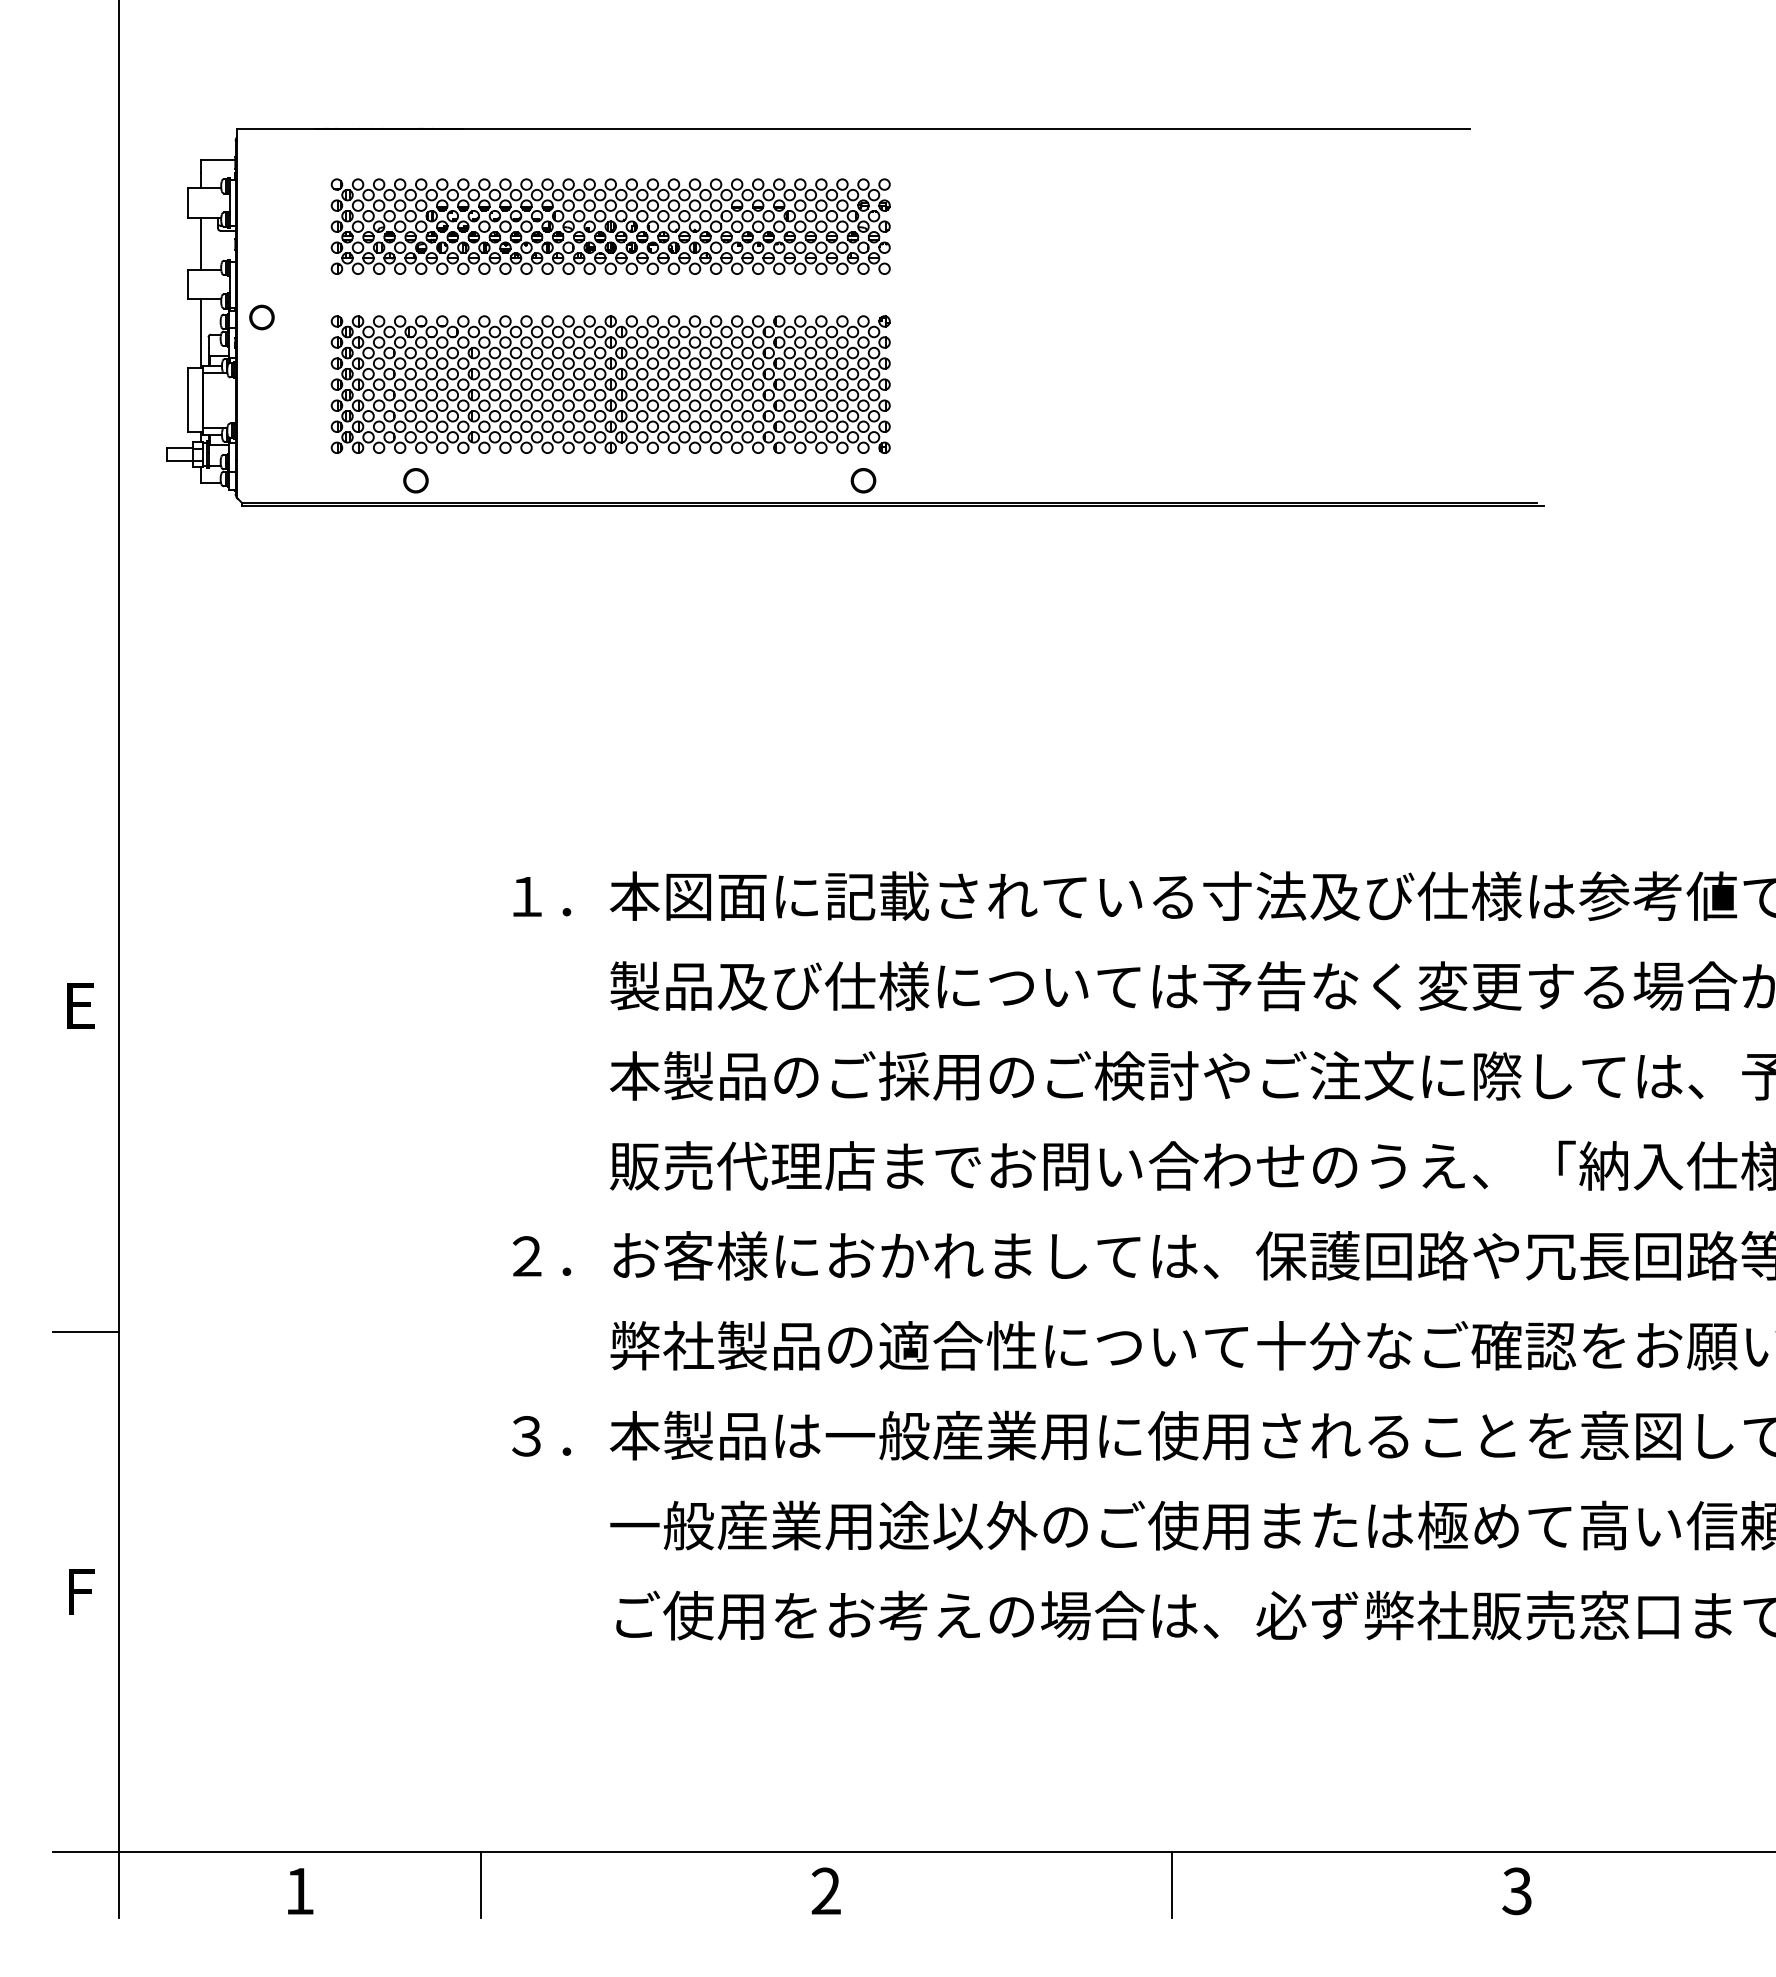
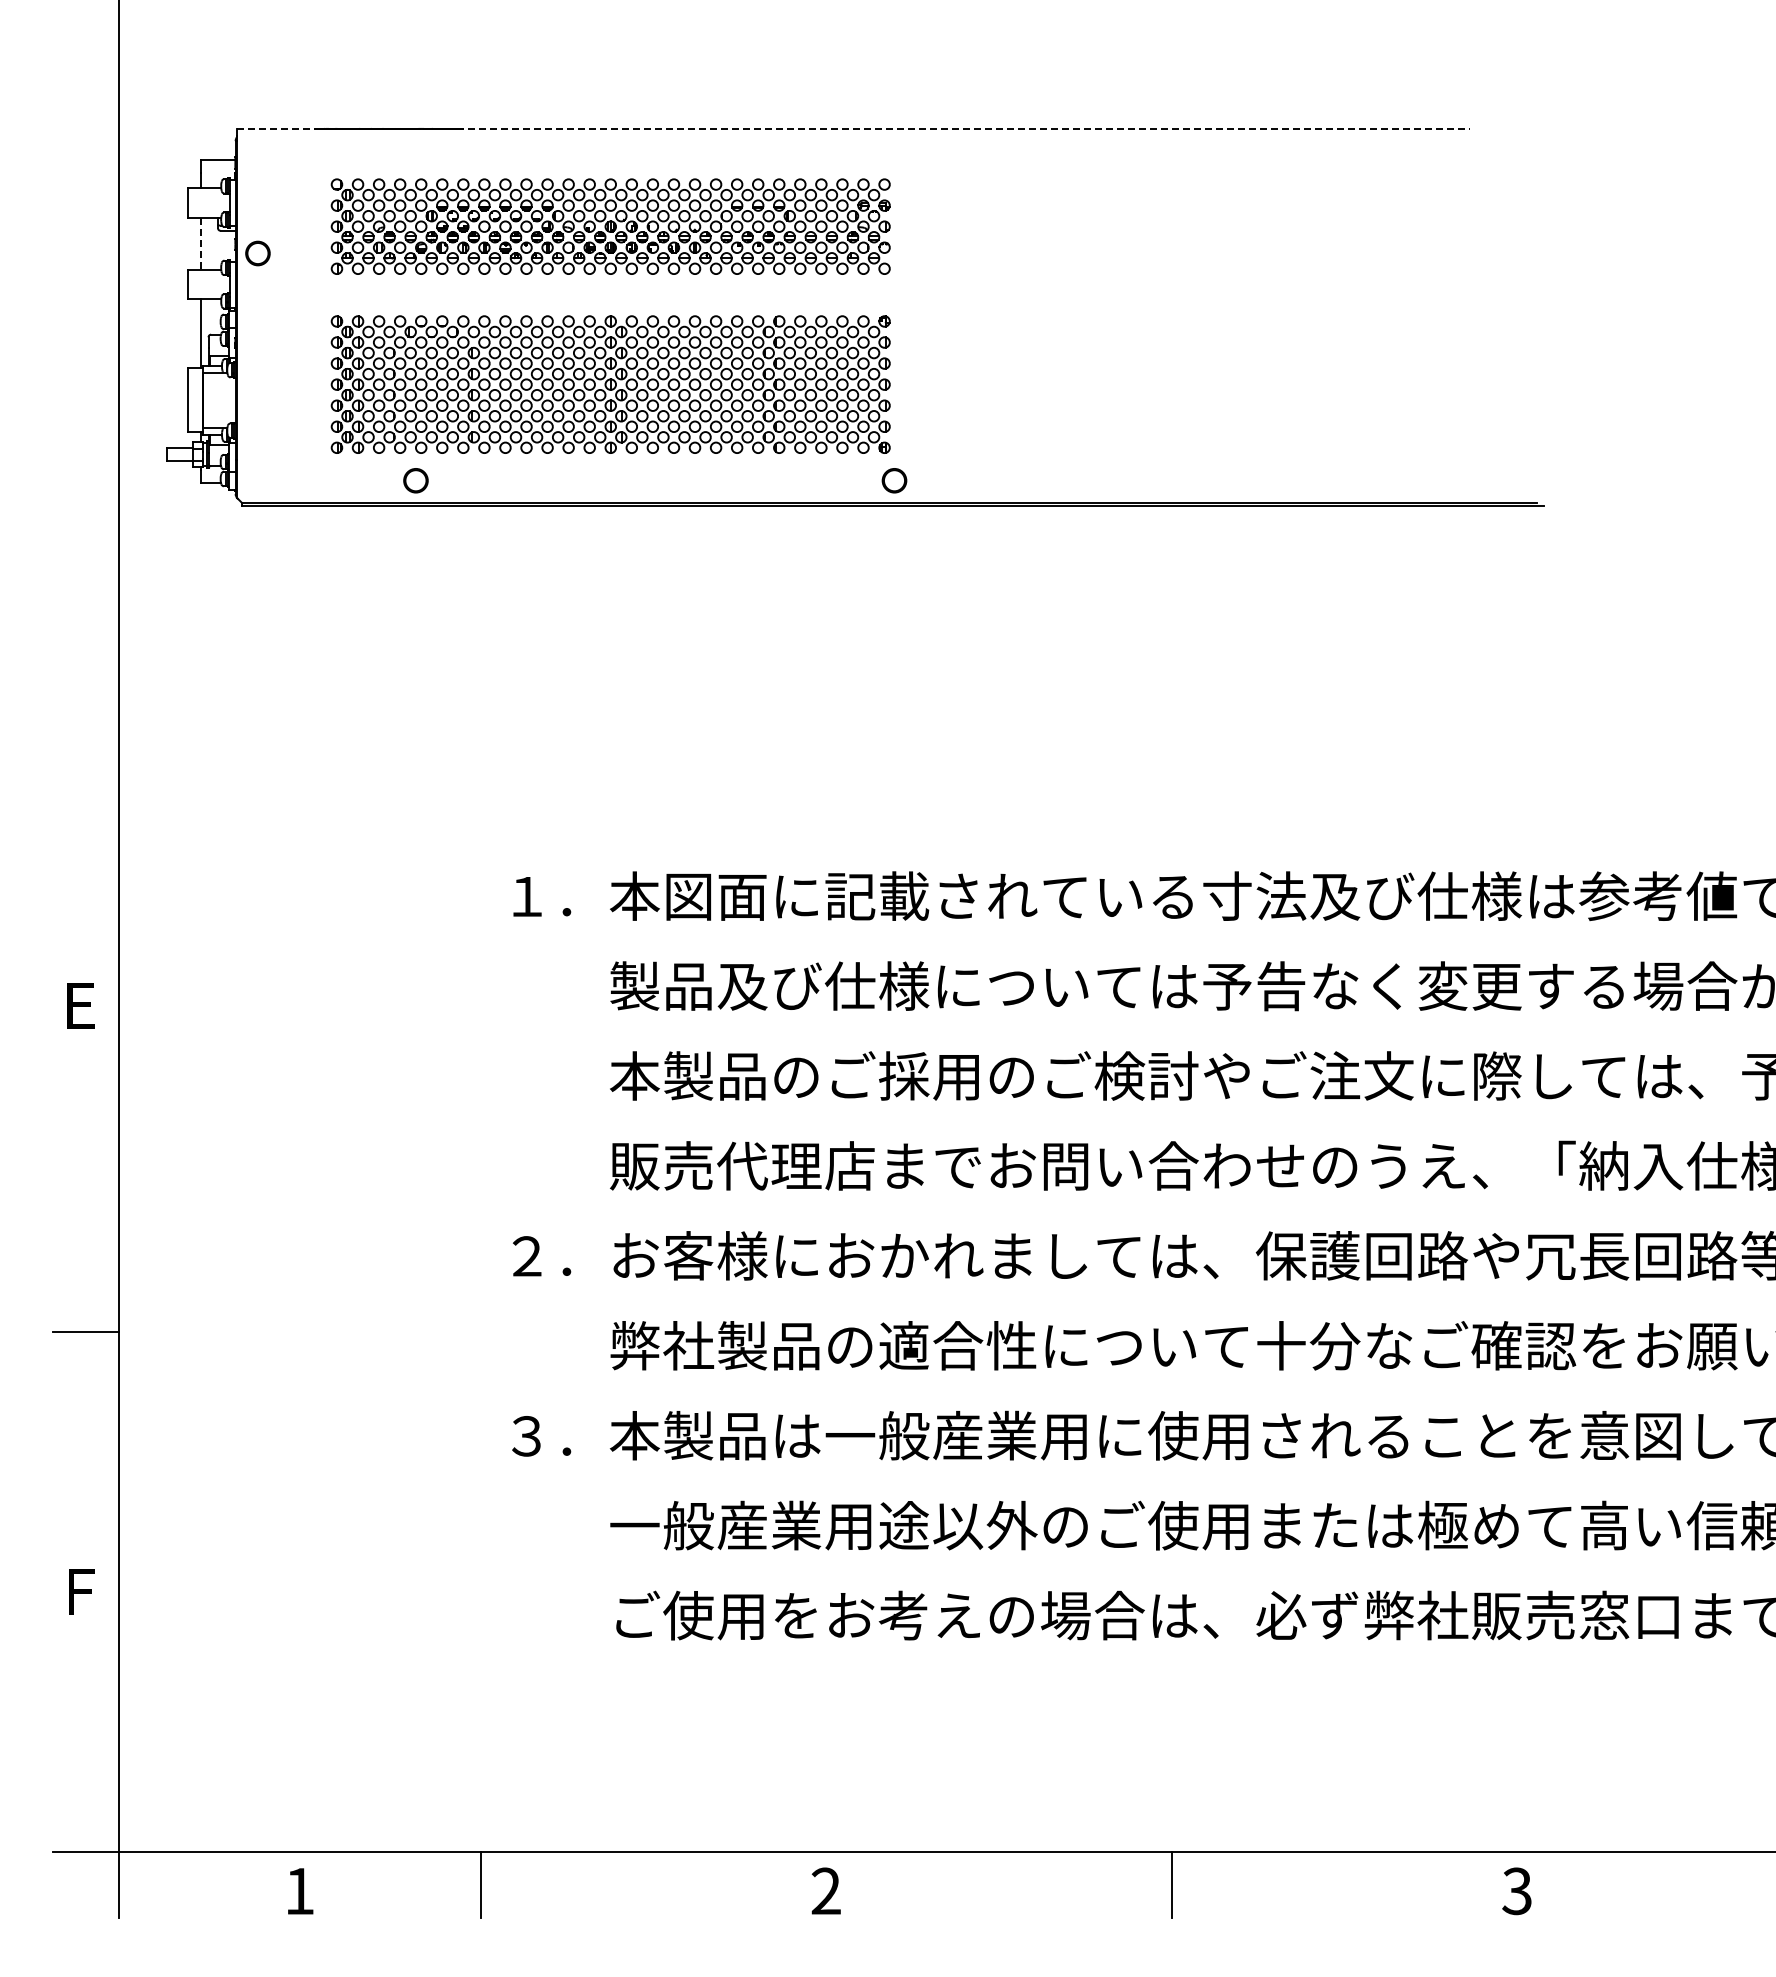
line at (853, 129): solid -> dashed
line at (201, 244): solid -> dashed
part at (261, 317) position: (261, 317) -> (257, 253)
part at (863, 480) position: (863, 480) -> (894, 480)
